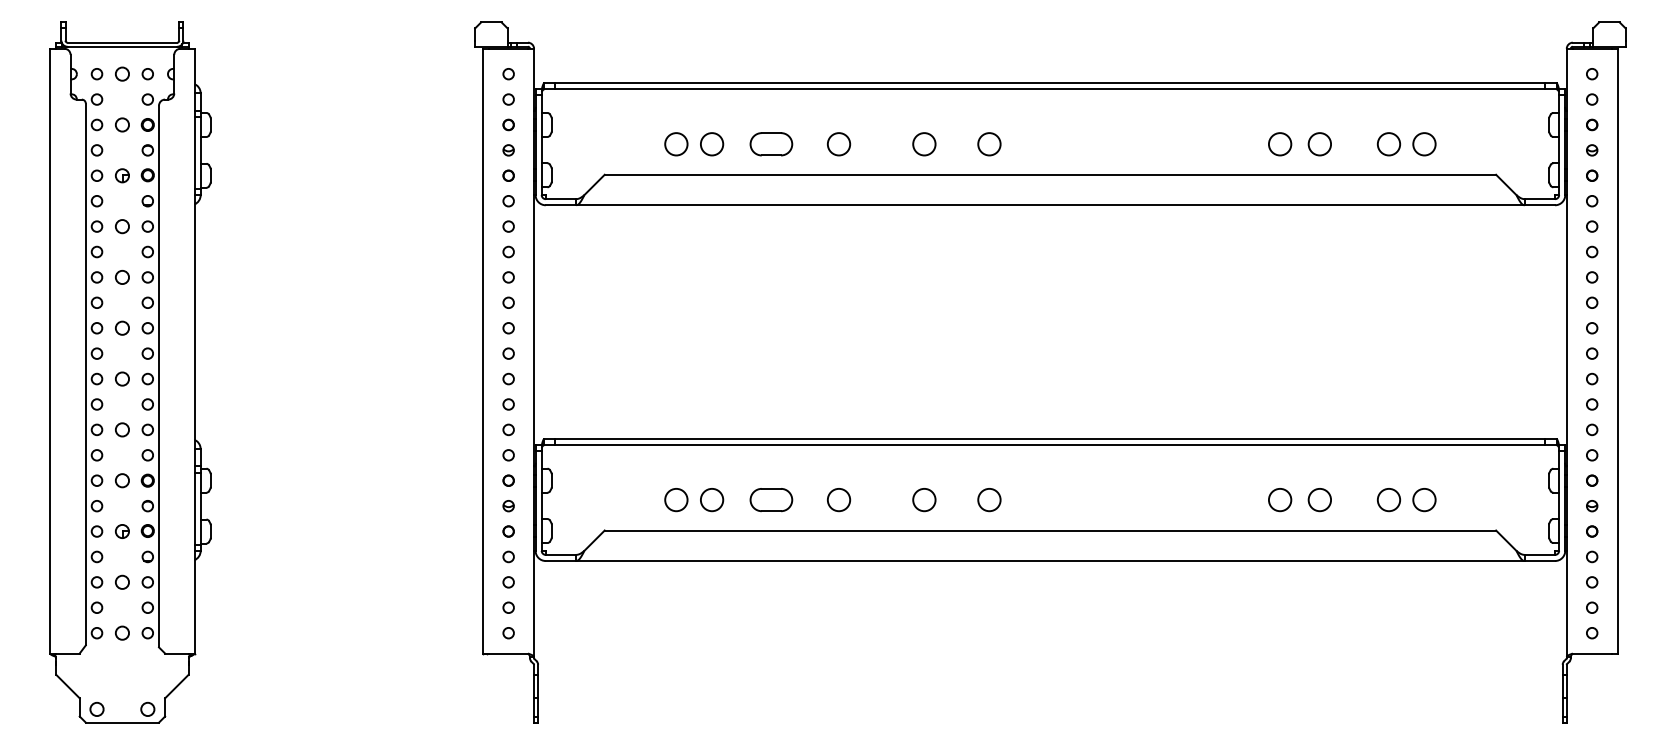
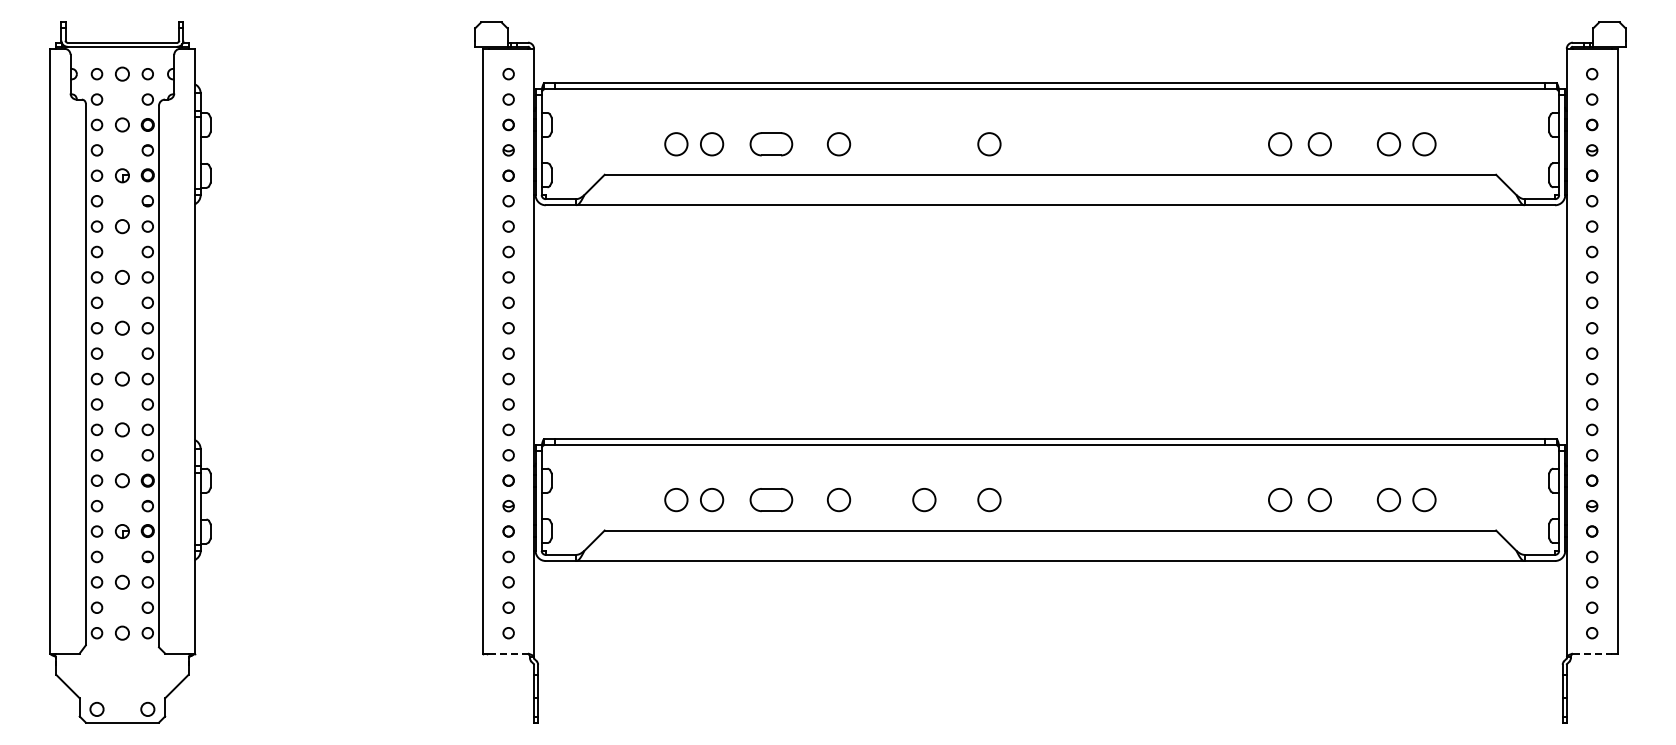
circle at (924, 144): present -> none
line at (509, 653): solid -> dashed
line at (1592, 653): solid -> dashed
